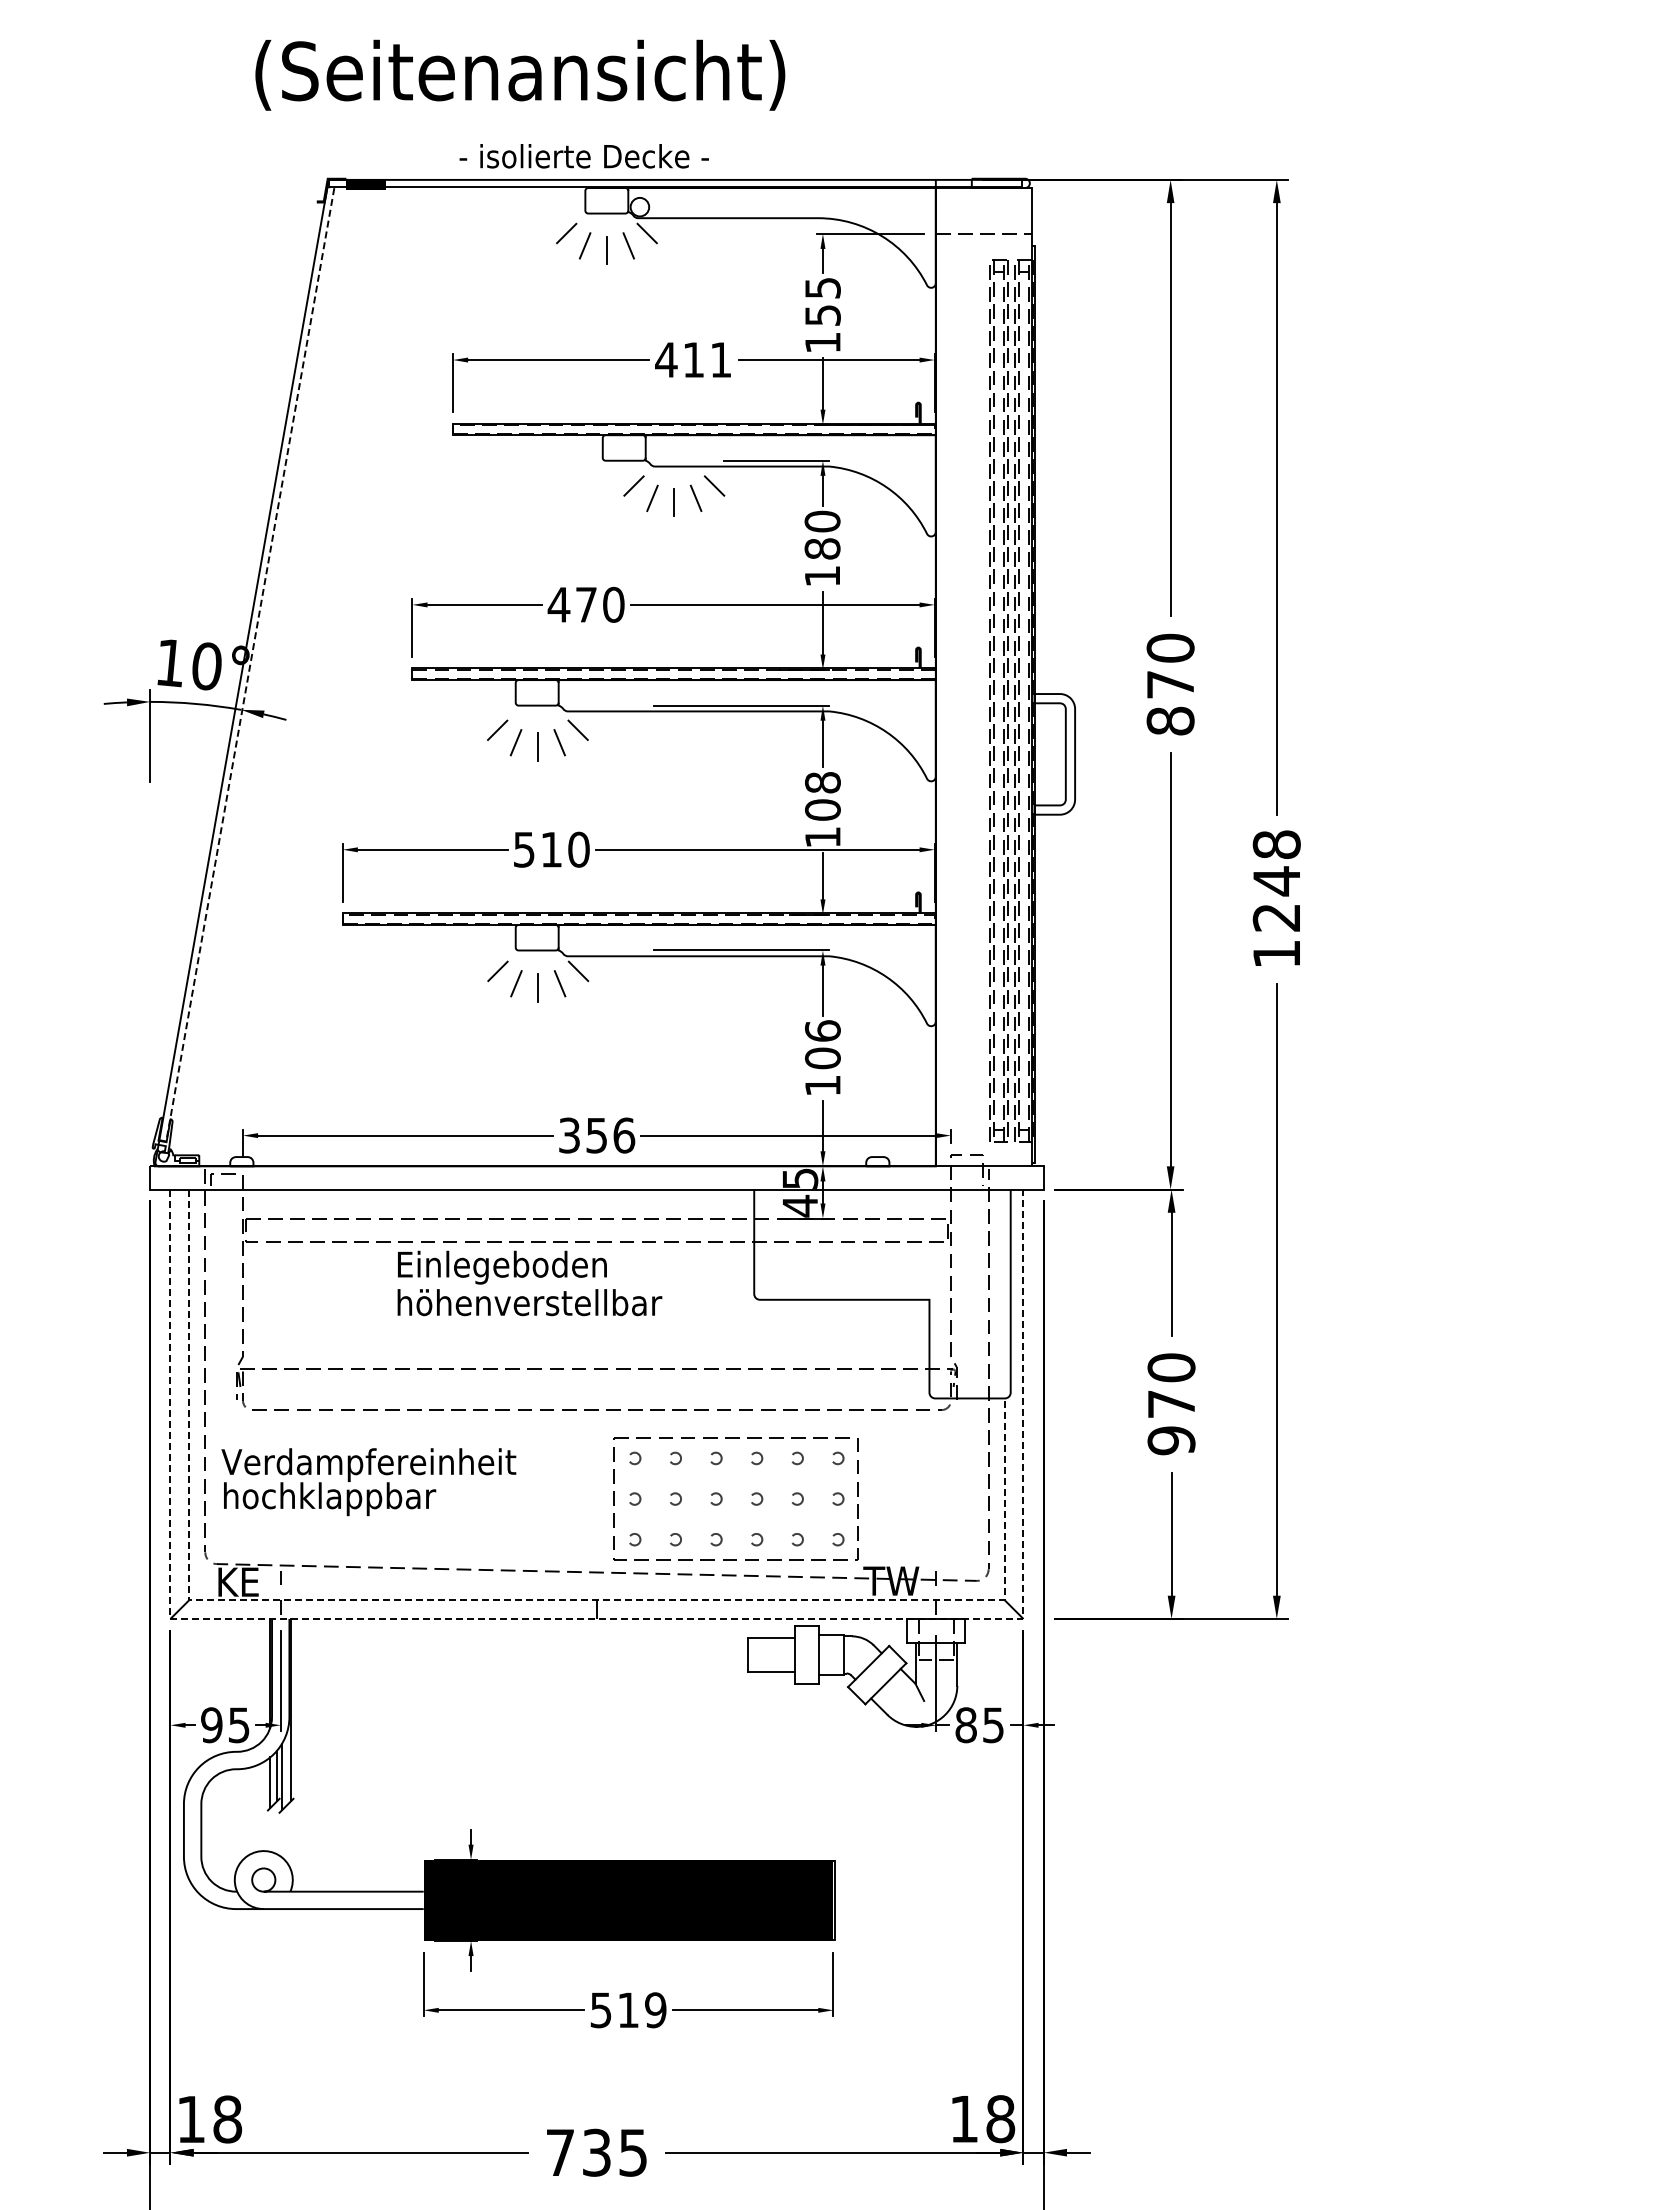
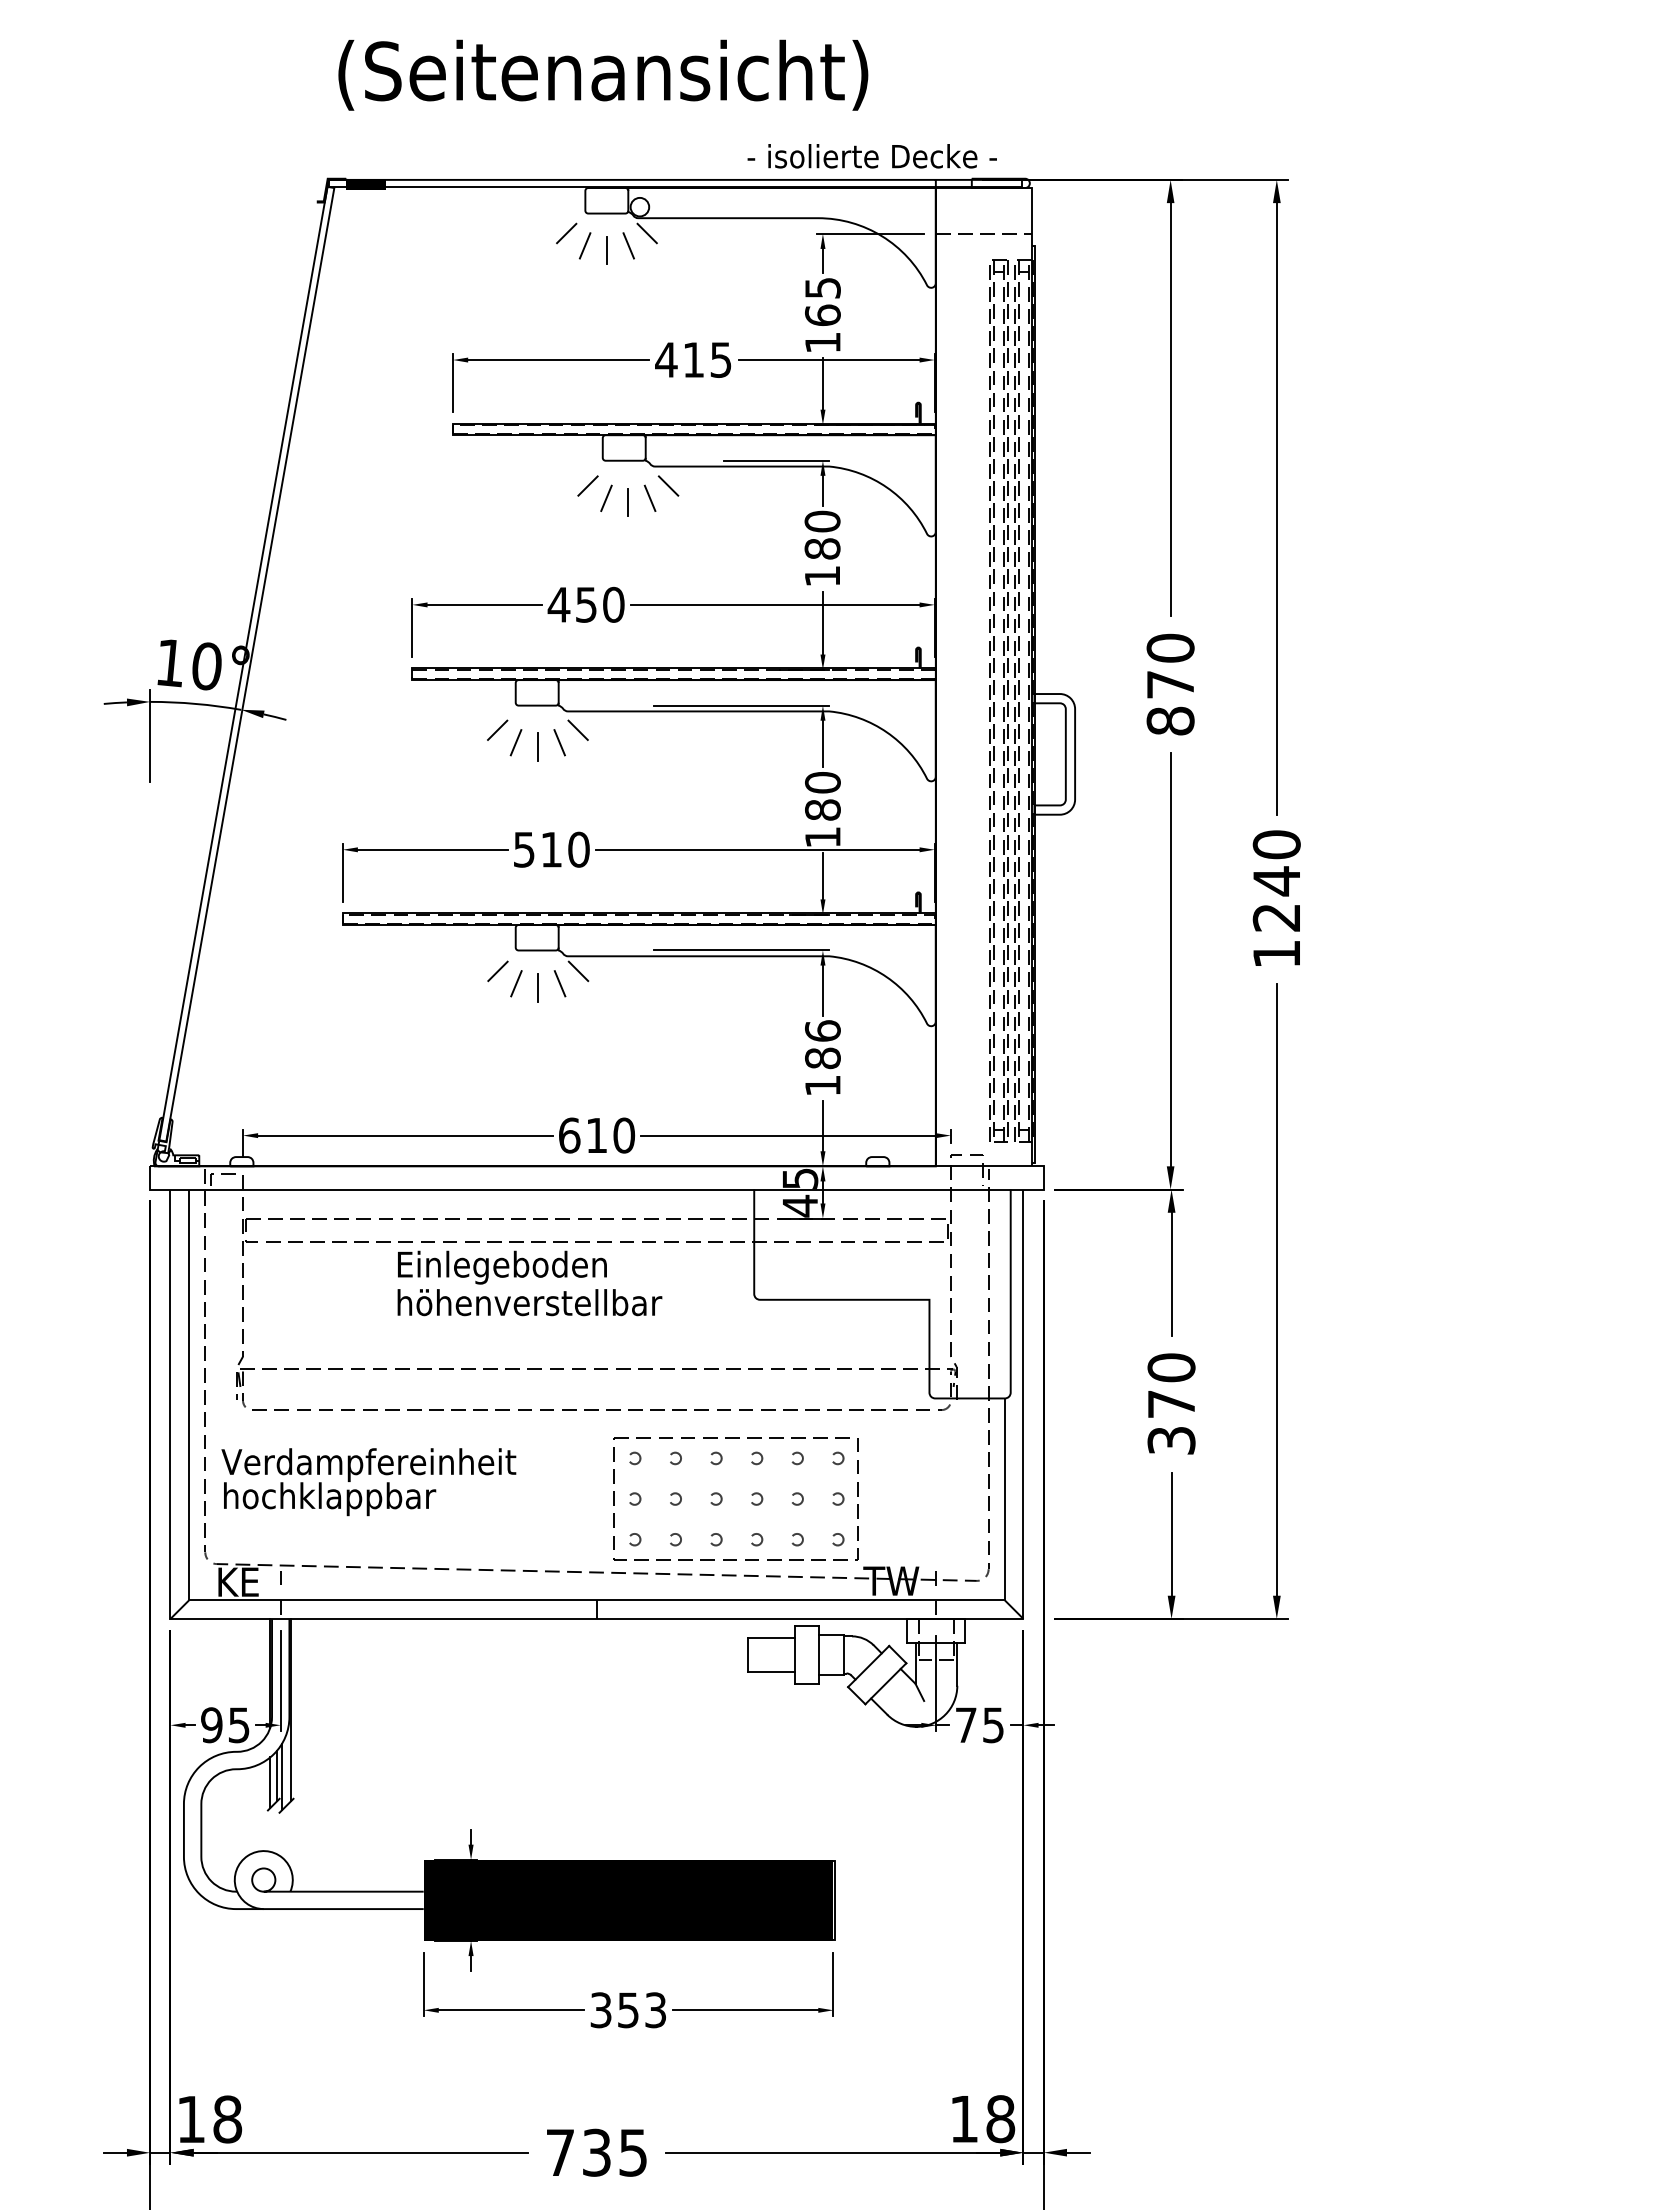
text at (520, 74) position: (520, 74) -> (603, 74)
text at (583, 156) position: (583, 156) -> (871, 156)
text at (822, 314): 155 -> 165
text at (720, 359): 411 -> 415
part at (674, 495) position: (674, 495) -> (628, 495)
text at (586, 604): 470 -> 450
line at (250, 664): dashed -> solid
text at (822, 796): 108 -> 180
text at (1276, 844): 1248 -> 1240
text at (822, 1058): 106 -> 186
text at (597, 1135): 356 -> 610
text at (1171, 1440): 970 -> 370
line at (492, 1600): dashed -> solid
line at (597, 1618): dashed -> solid
text at (965, 1725): 85 -> 75
text at (628, 2010): 519 -> 353
